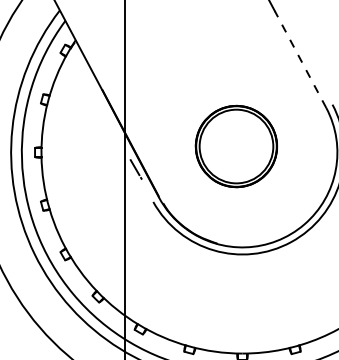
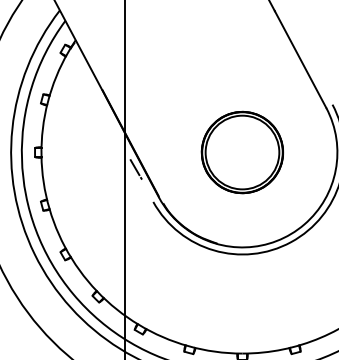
line at (300, 59): dashed -> solid
part at (235, 146) position: (235, 146) -> (241, 152)
